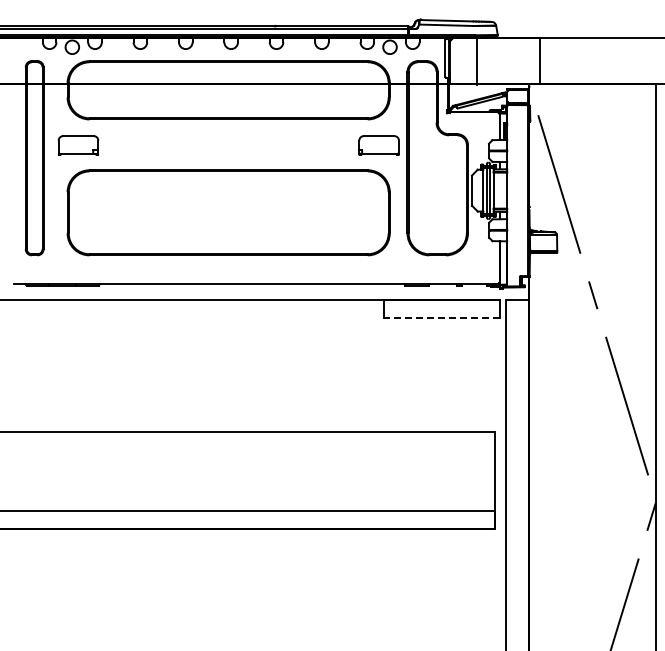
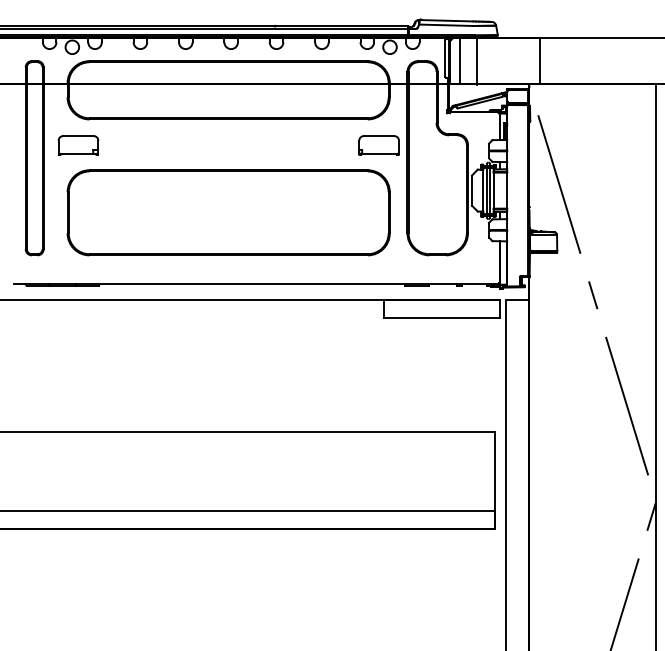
line at (460, 61): none -> present
line at (441, 318): dashed -> solid
